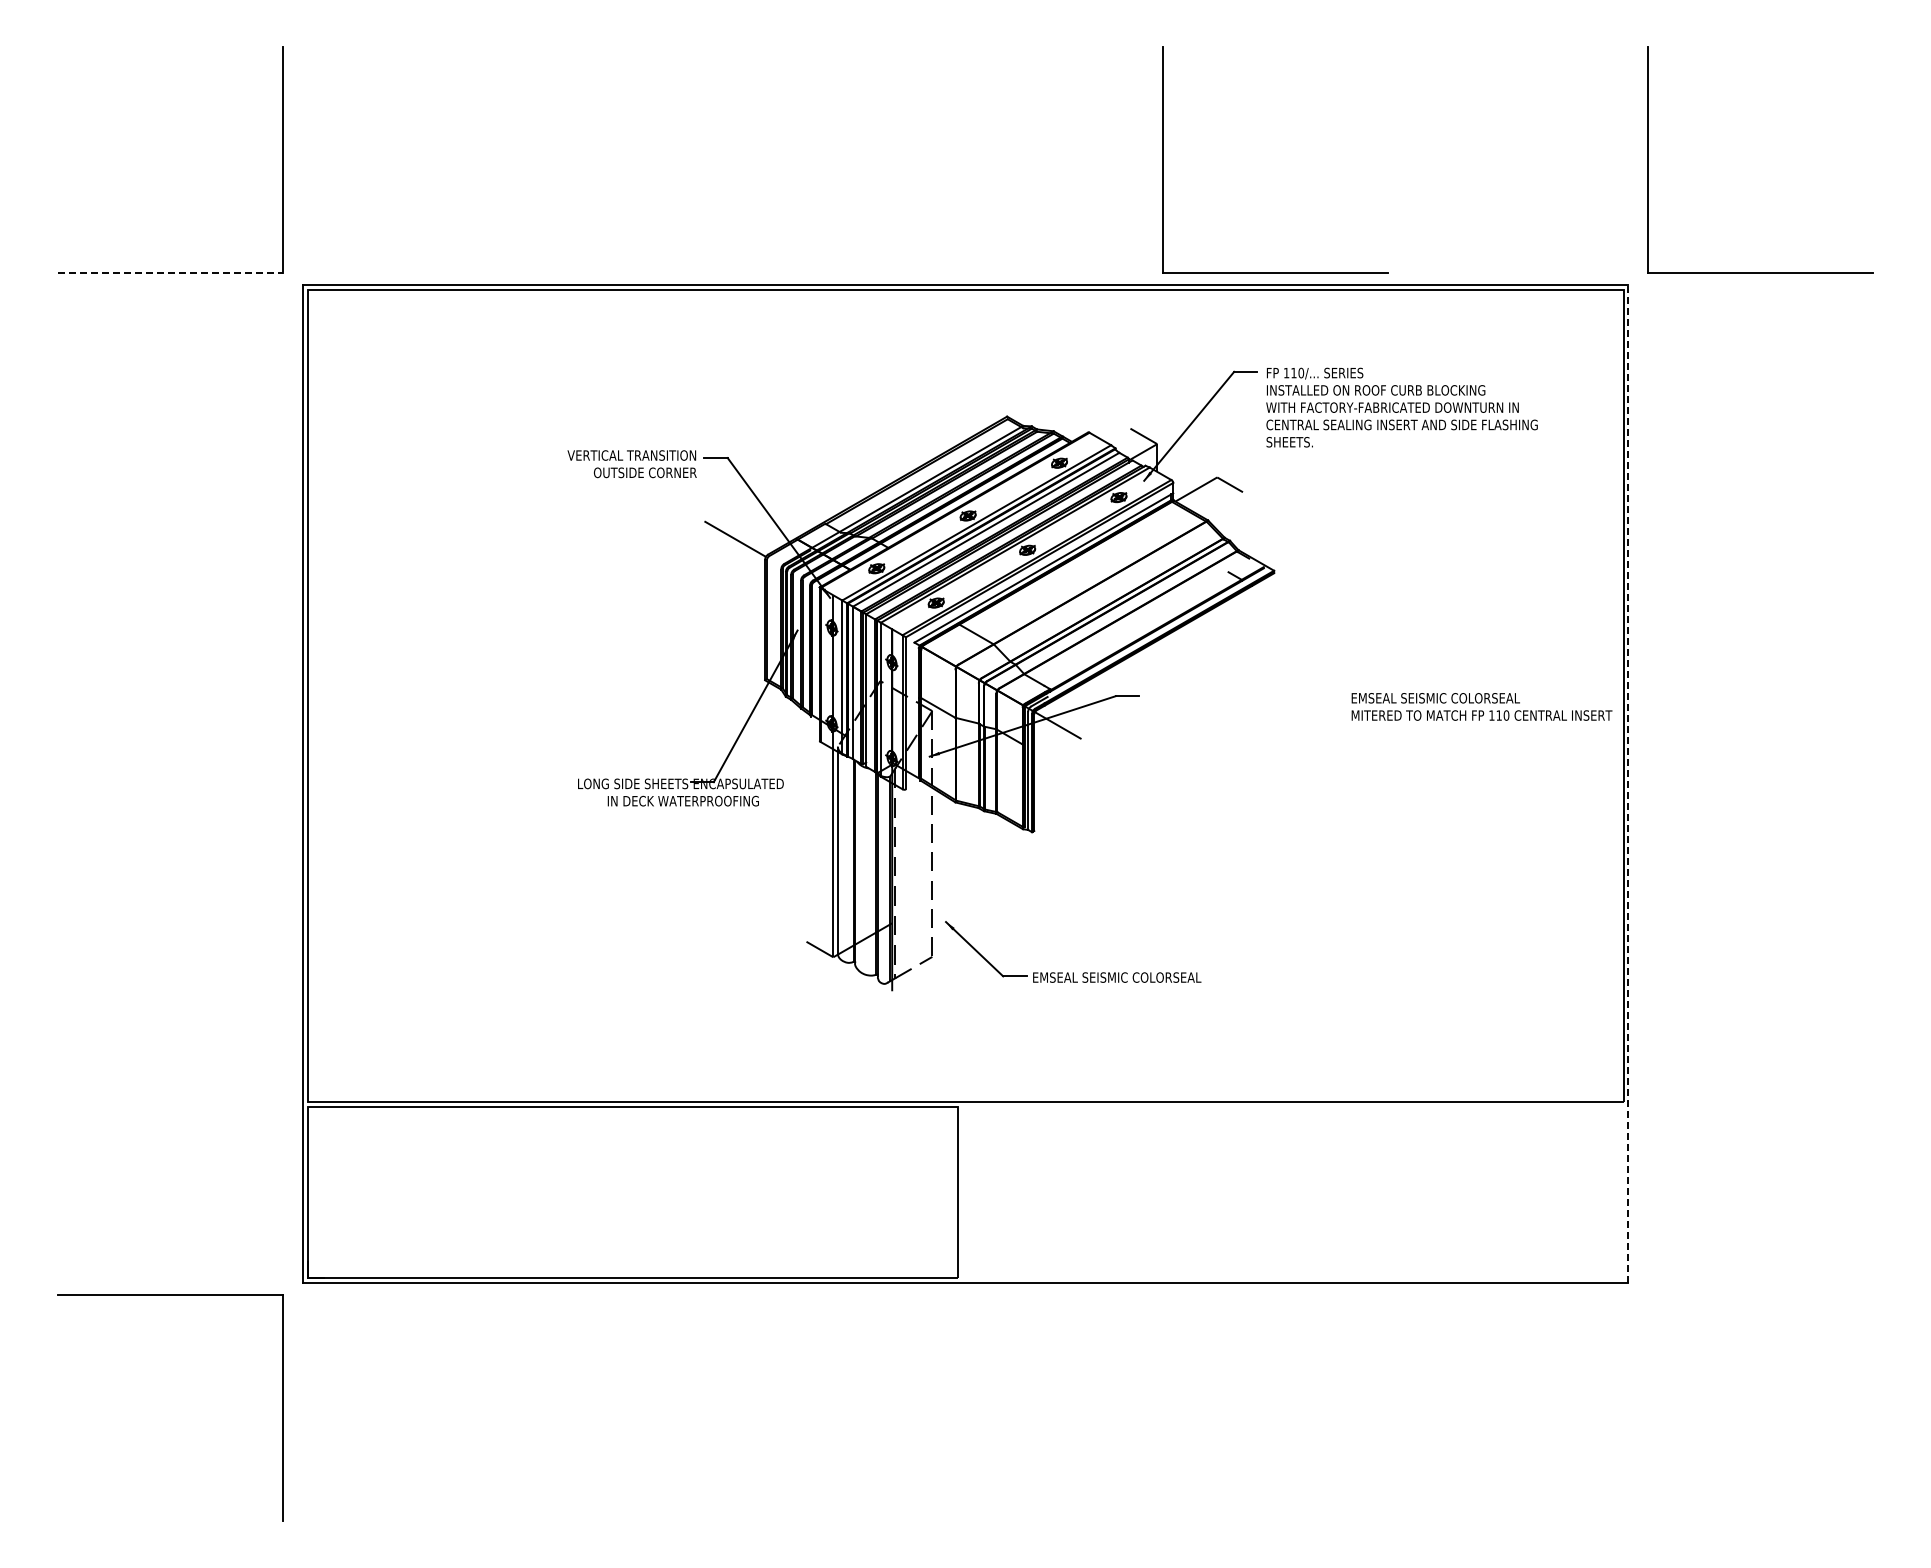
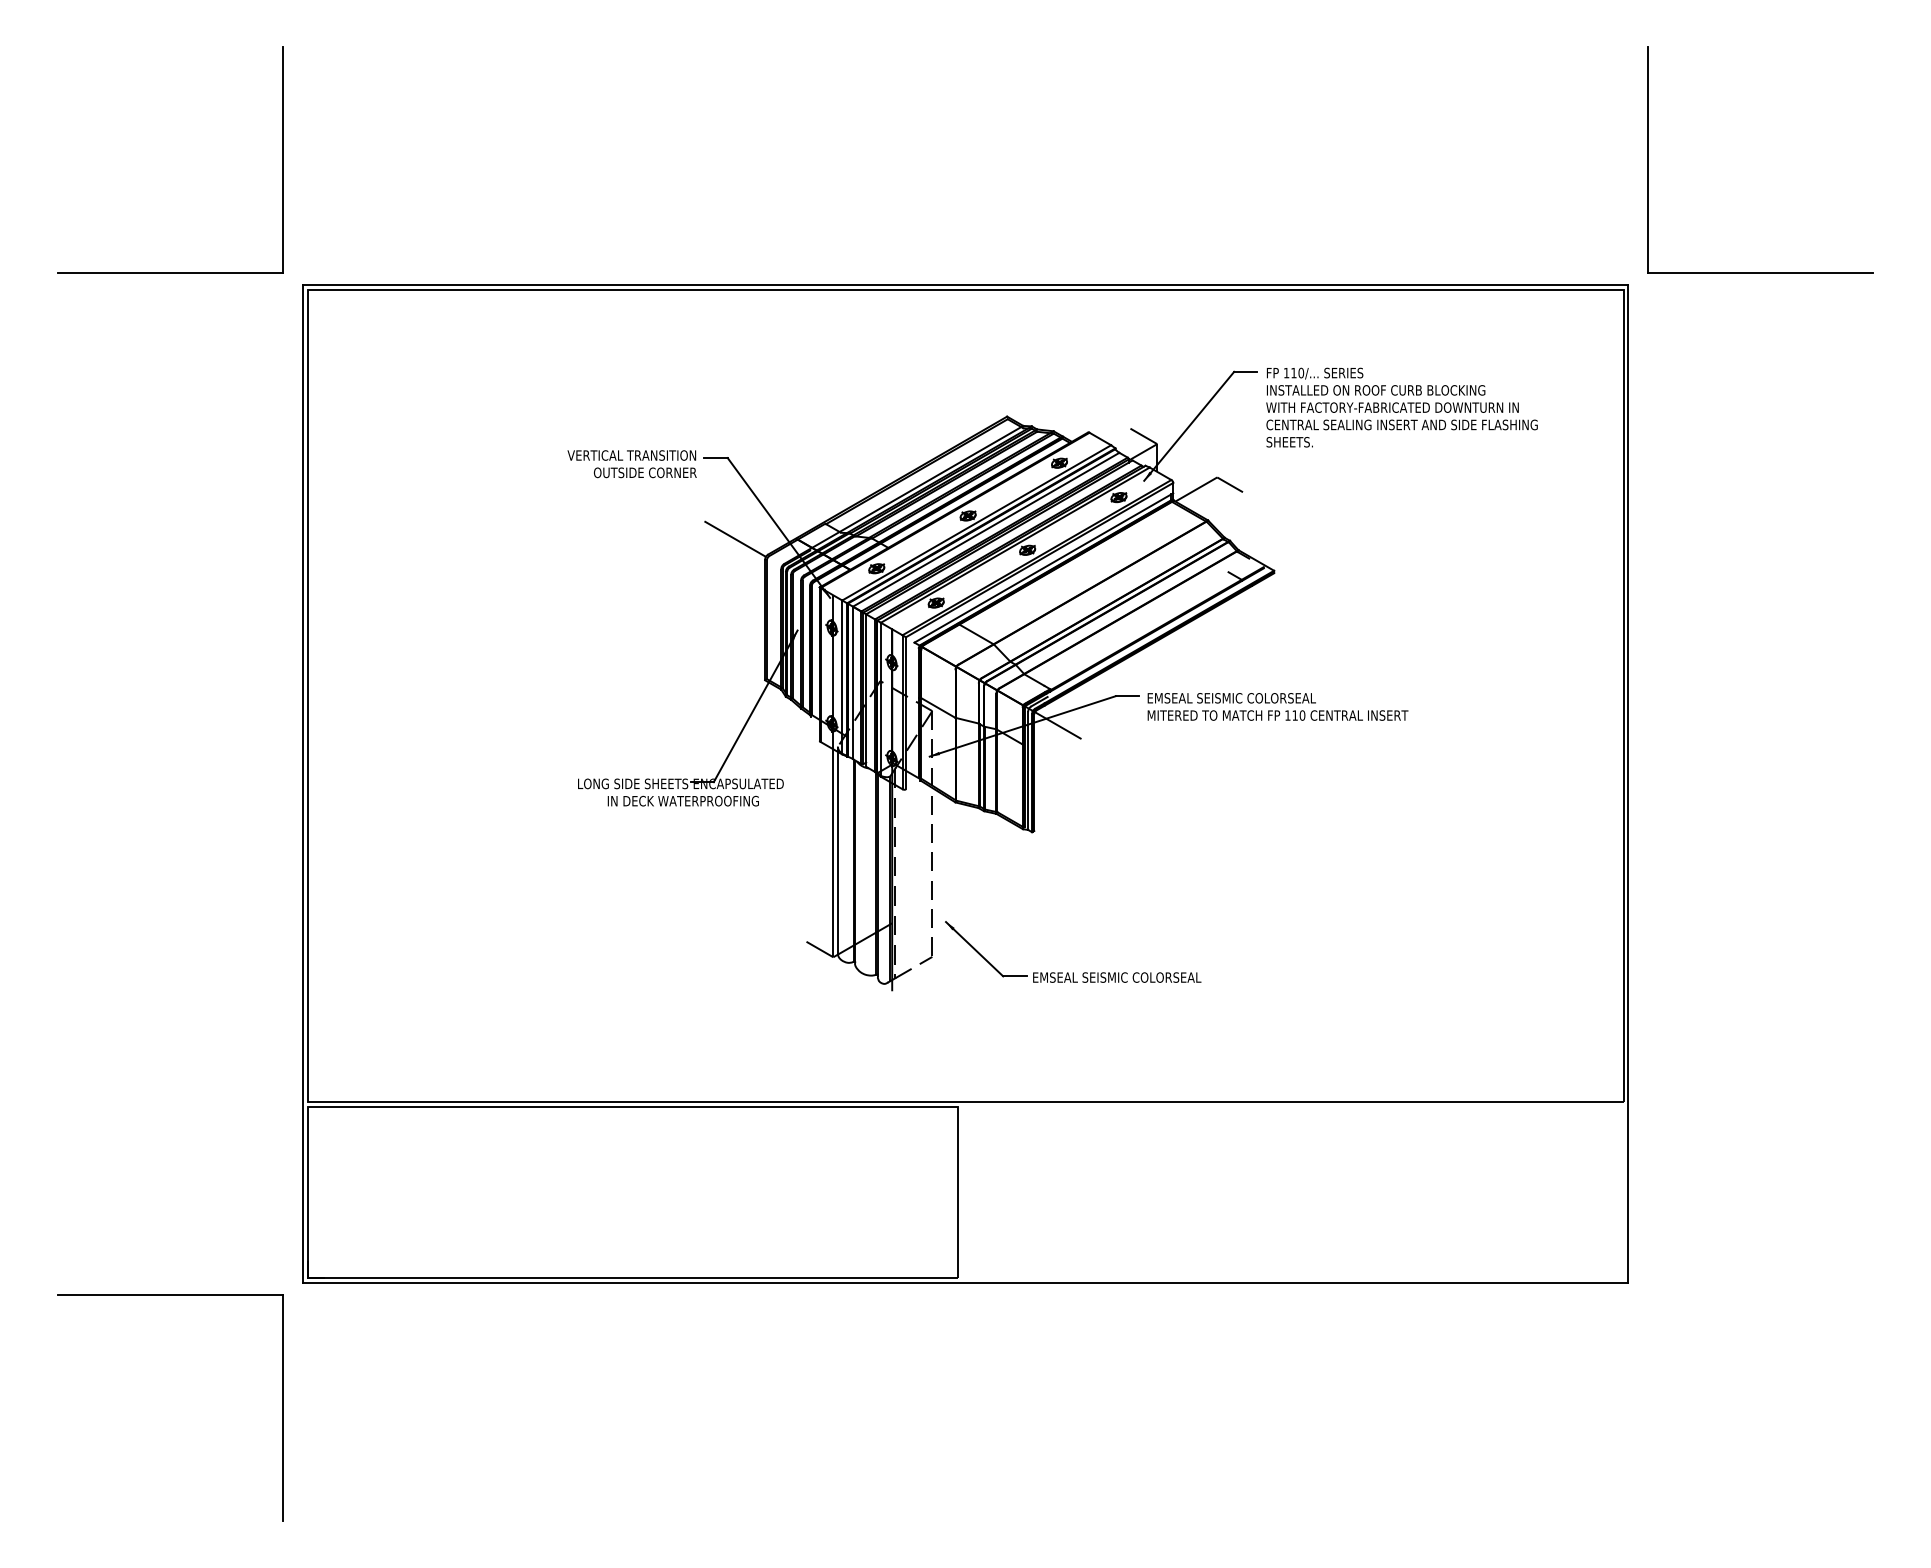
part at (1163, 159): present -> none
line at (170, 272): dashed -> solid
text at (1481, 706) position: (1481, 706) -> (1277, 706)
line at (1628, 784): dashed -> solid
